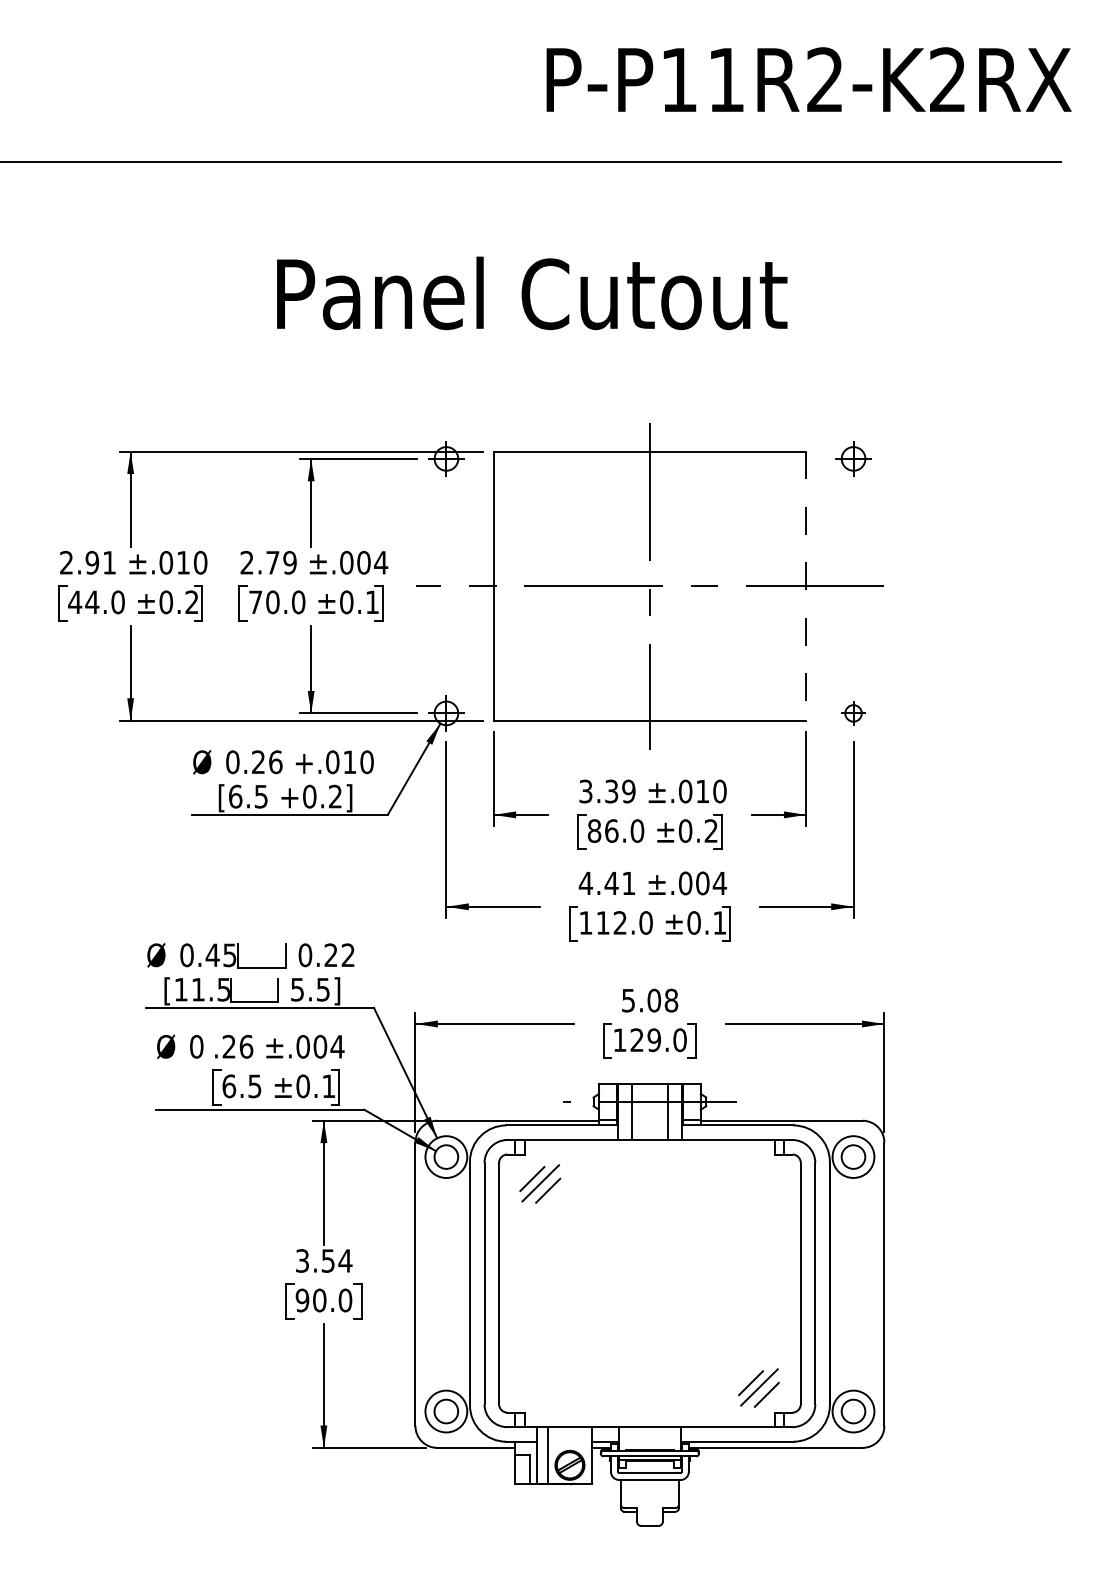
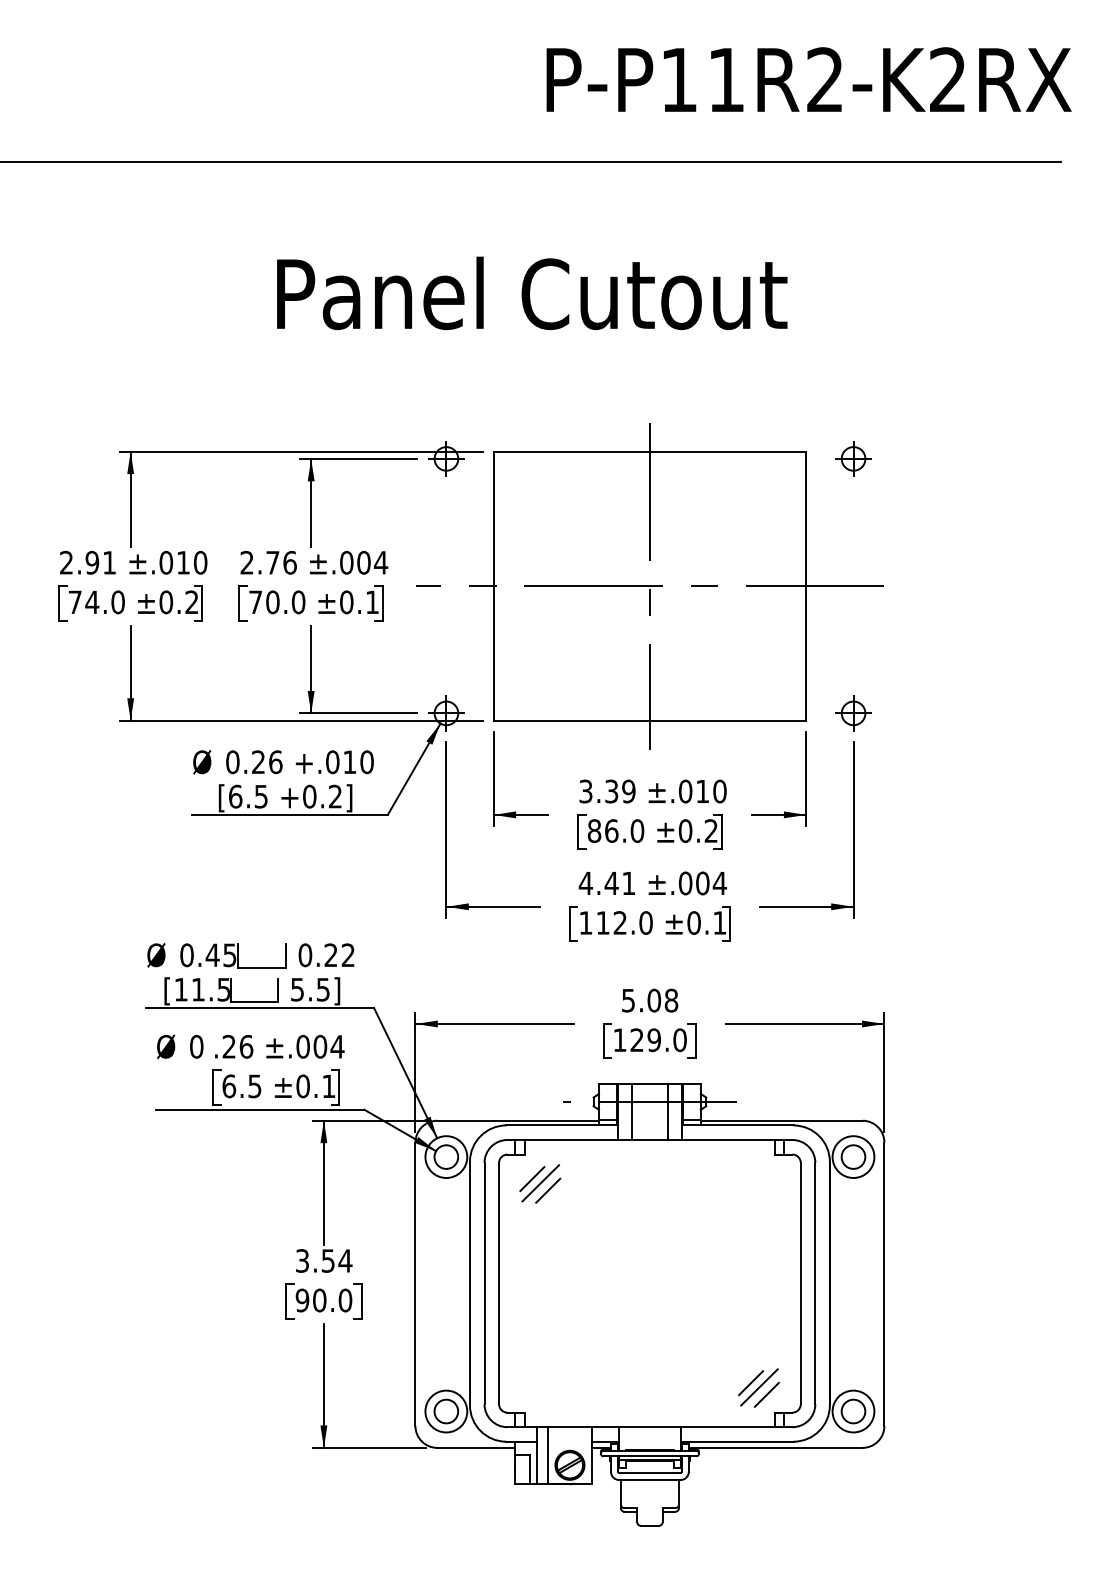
text at (289, 562): 2.79 -> 2.76
line at (806, 586): dashed -> solid
text at (75, 601): 44.0 -> 74.0
part at (853, 713) size: 25x25 px -> 37x37 px
